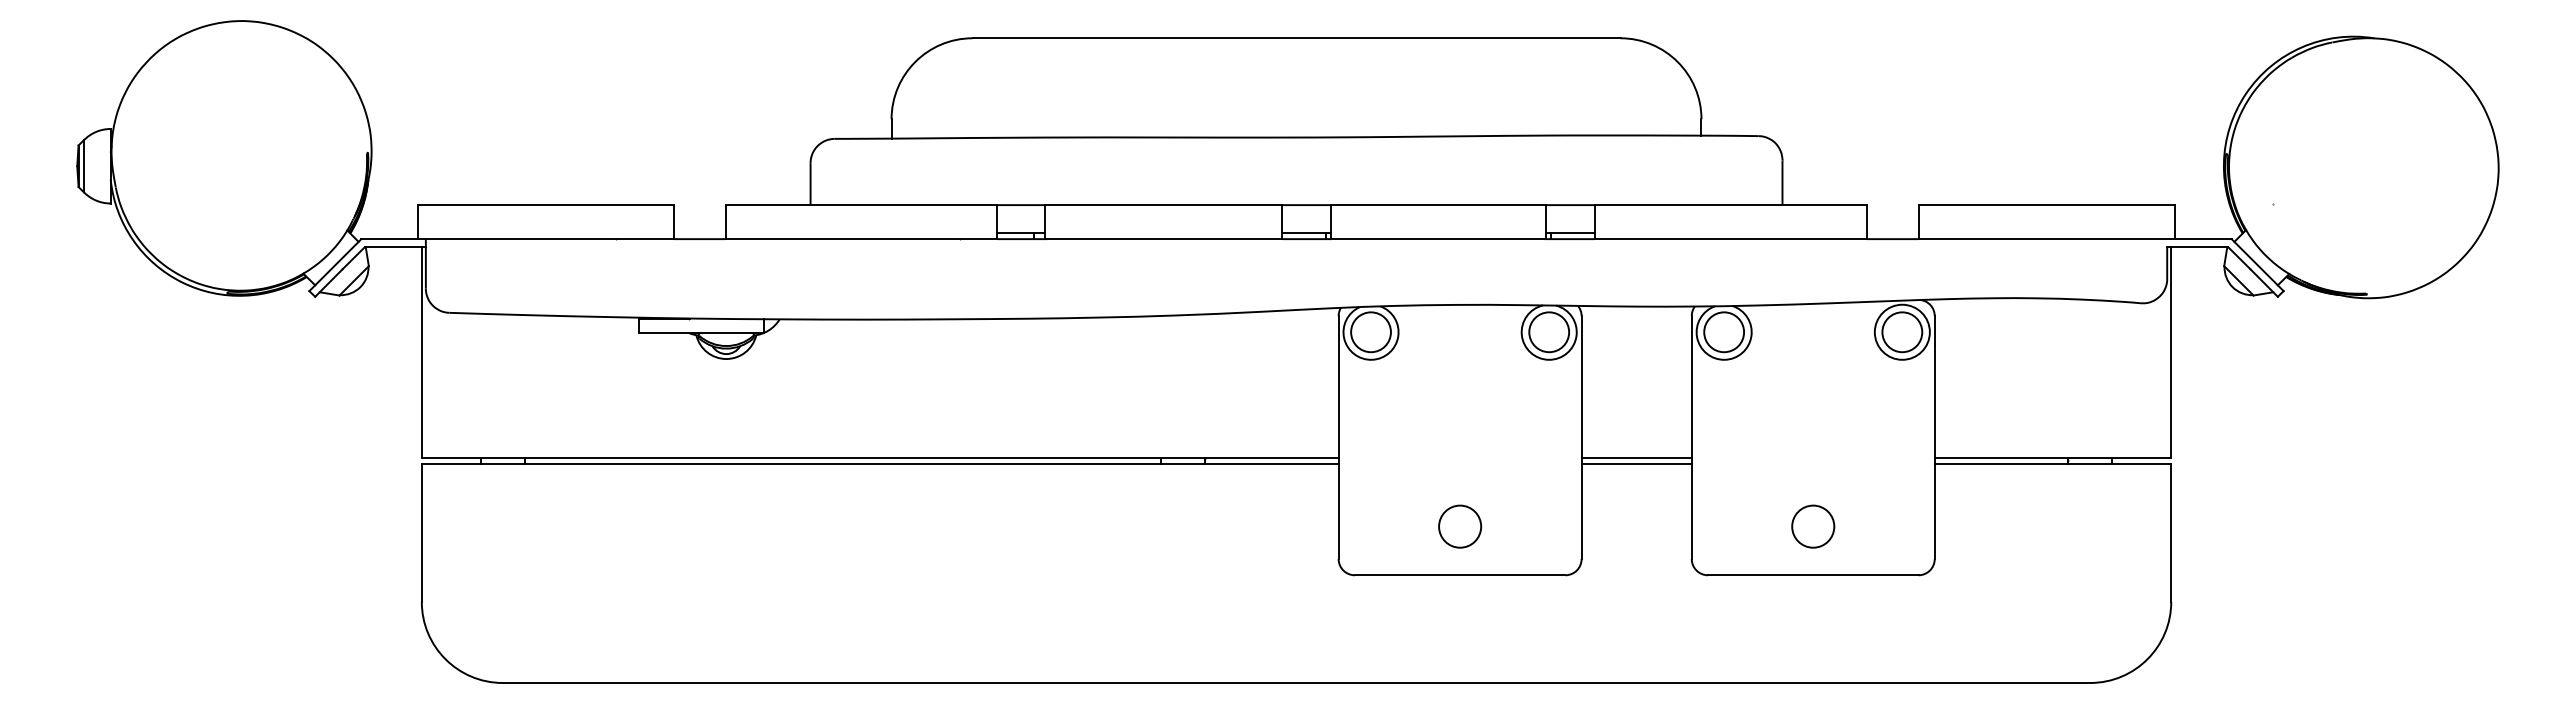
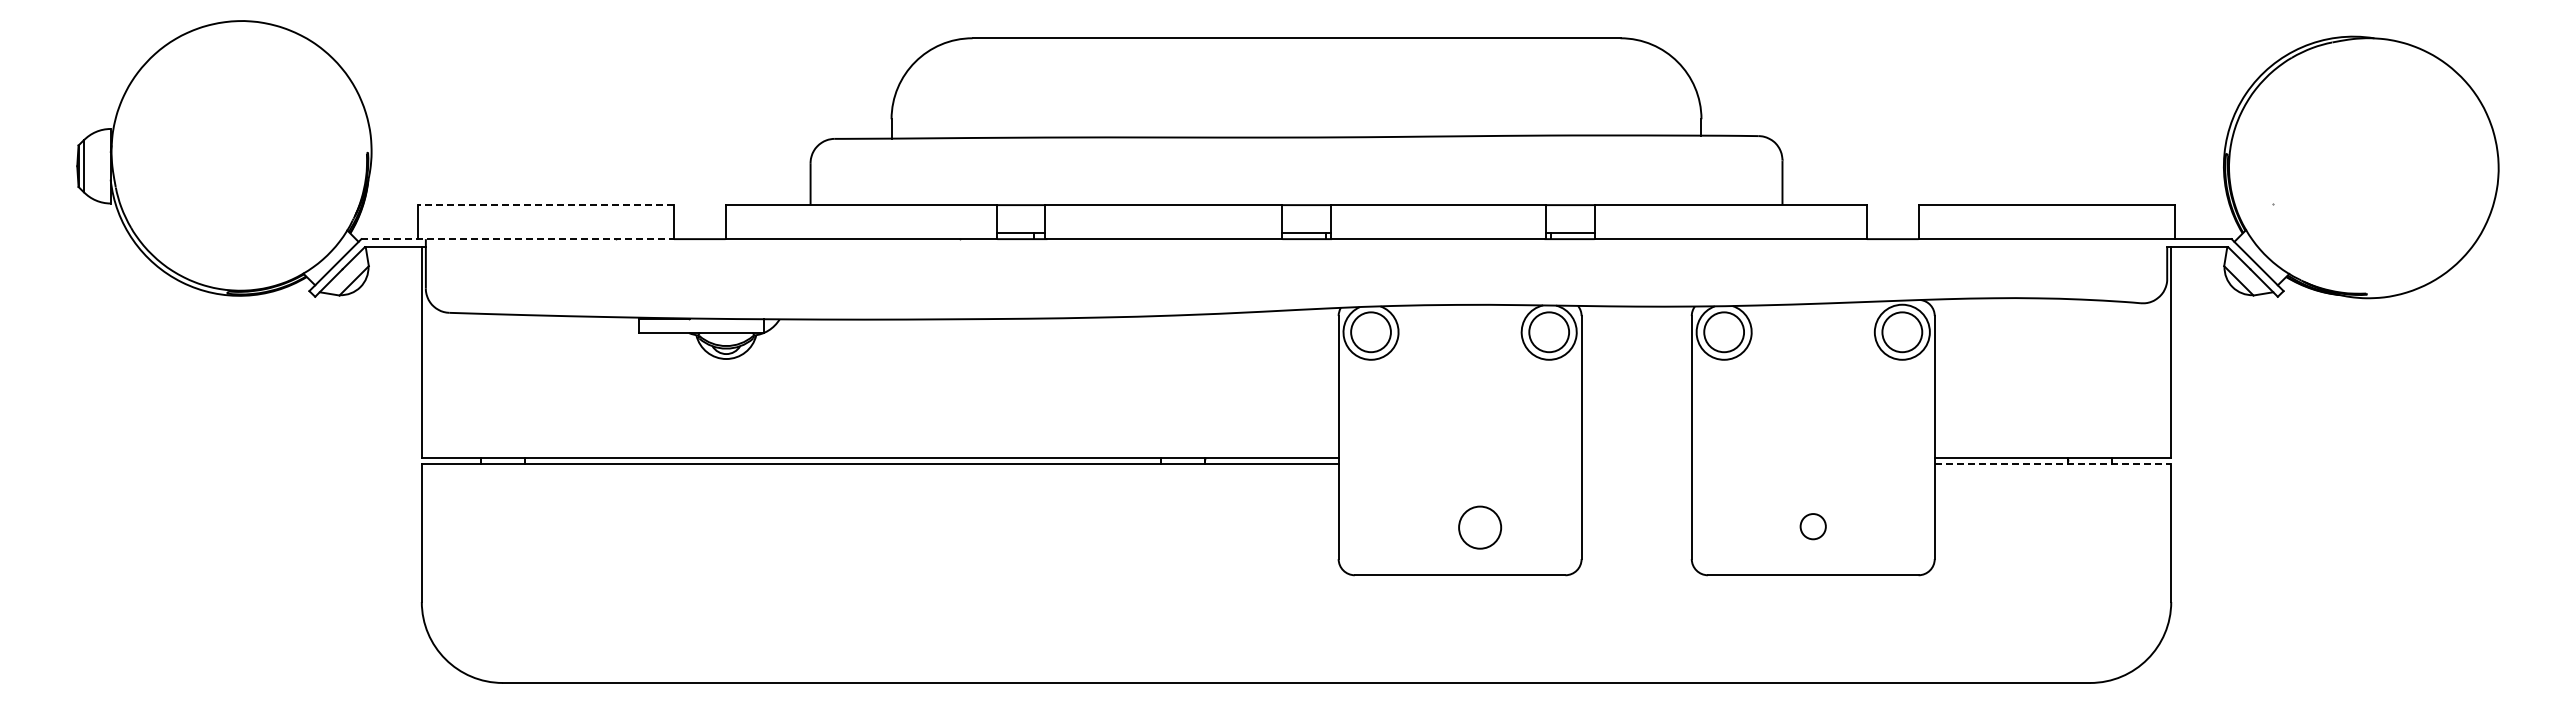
line at (545, 205): solid -> dashed
line at (518, 239): solid -> dashed
line at (1636, 457): present -> none
line at (1636, 464): present -> none
line at (2053, 464): solid -> dashed
circle at (1460, 526) position: (1460, 526) -> (1480, 527)
circle at (1813, 526) diameter: 42 px -> 25 px
